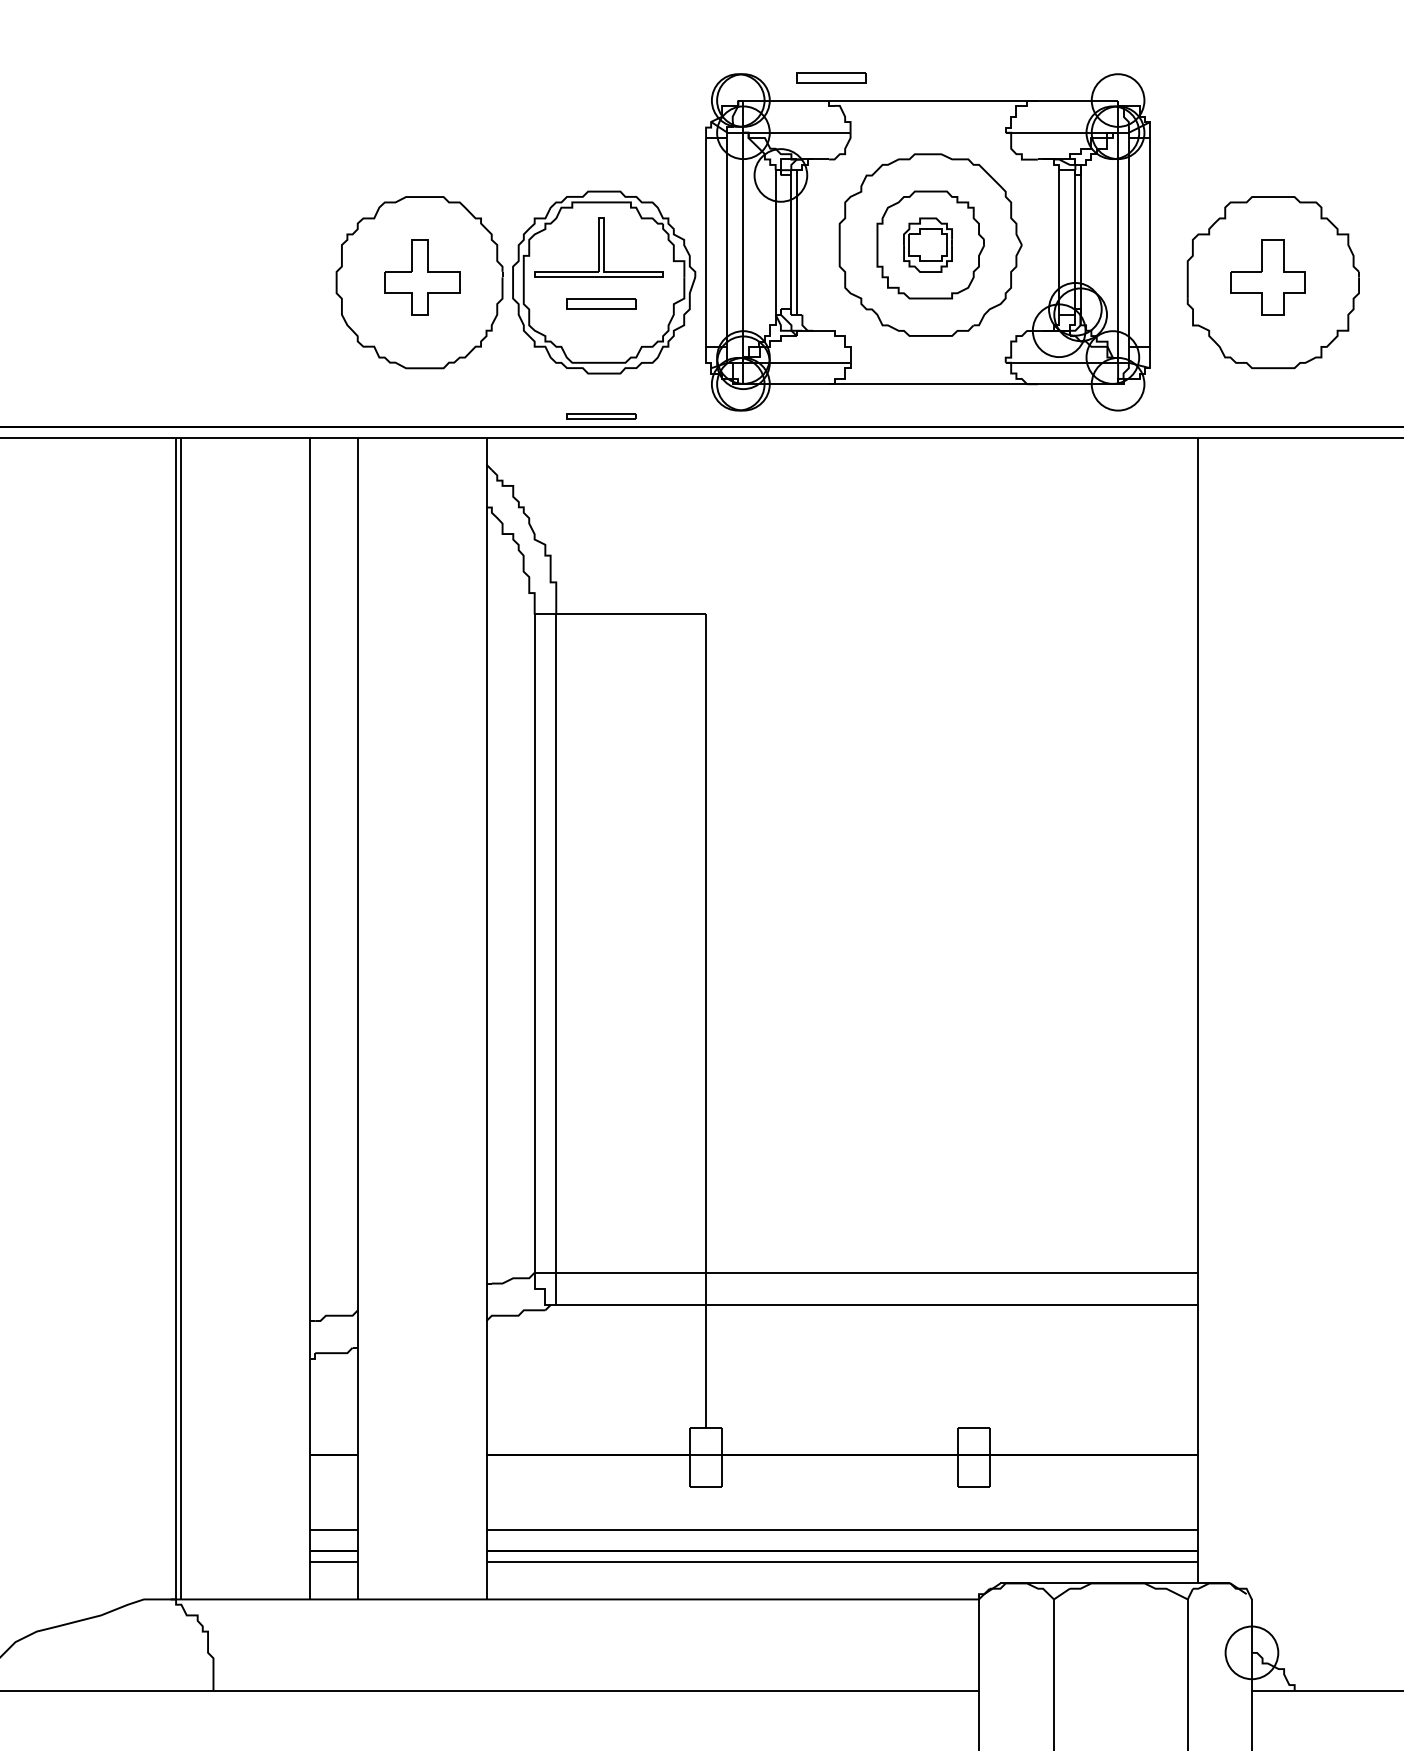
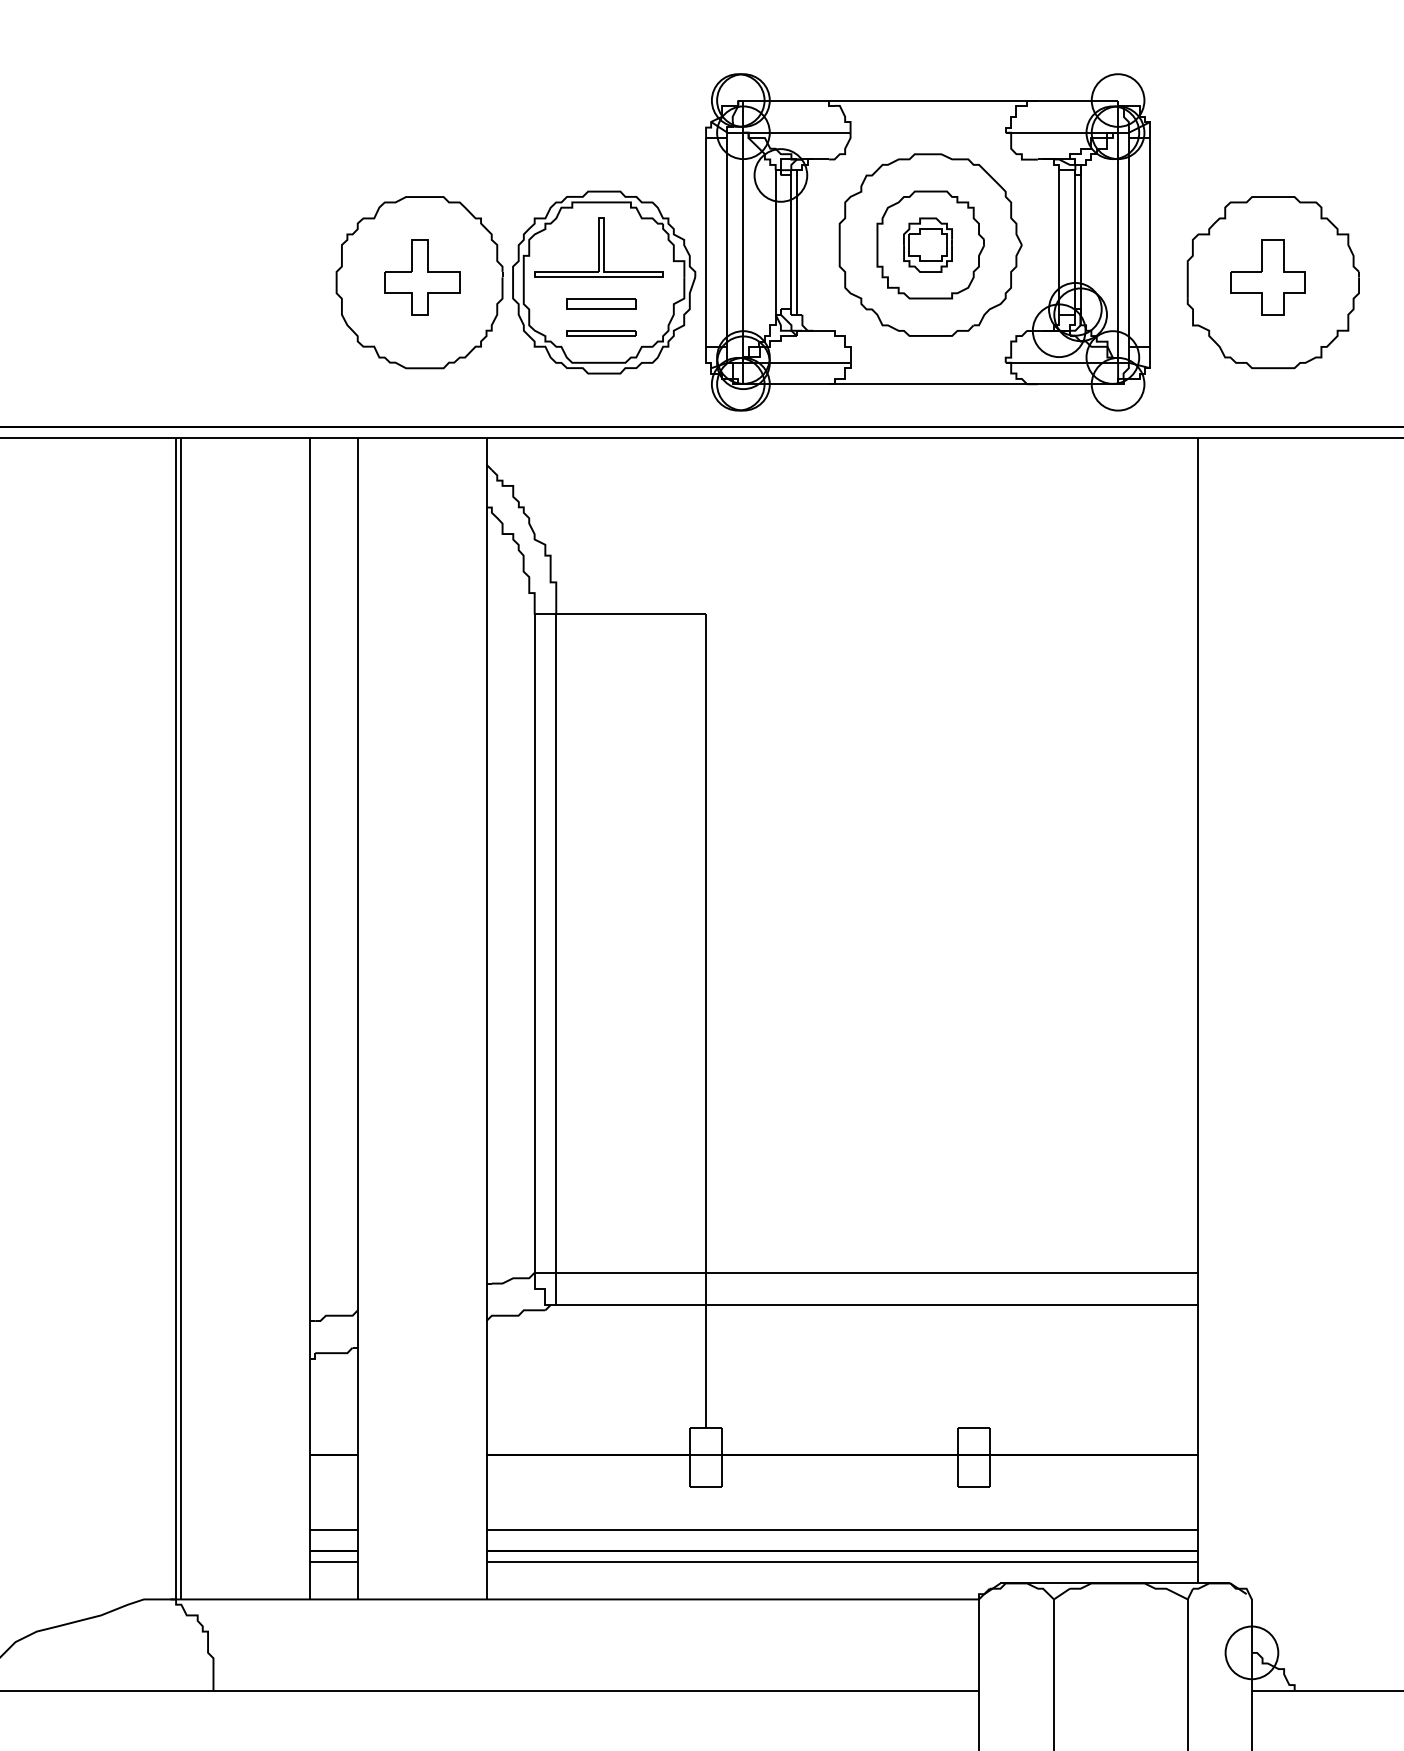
part at (831, 77): present -> none
part at (601, 416) position: (601, 416) -> (601, 333)
